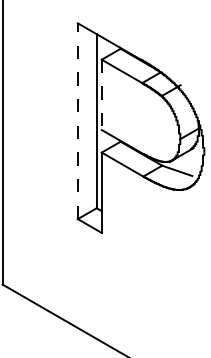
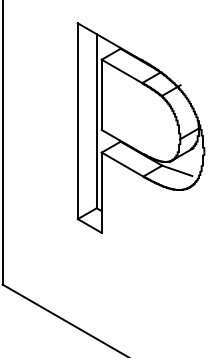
line at (101, 95): dashed -> solid
line at (77, 121): dashed -> solid
